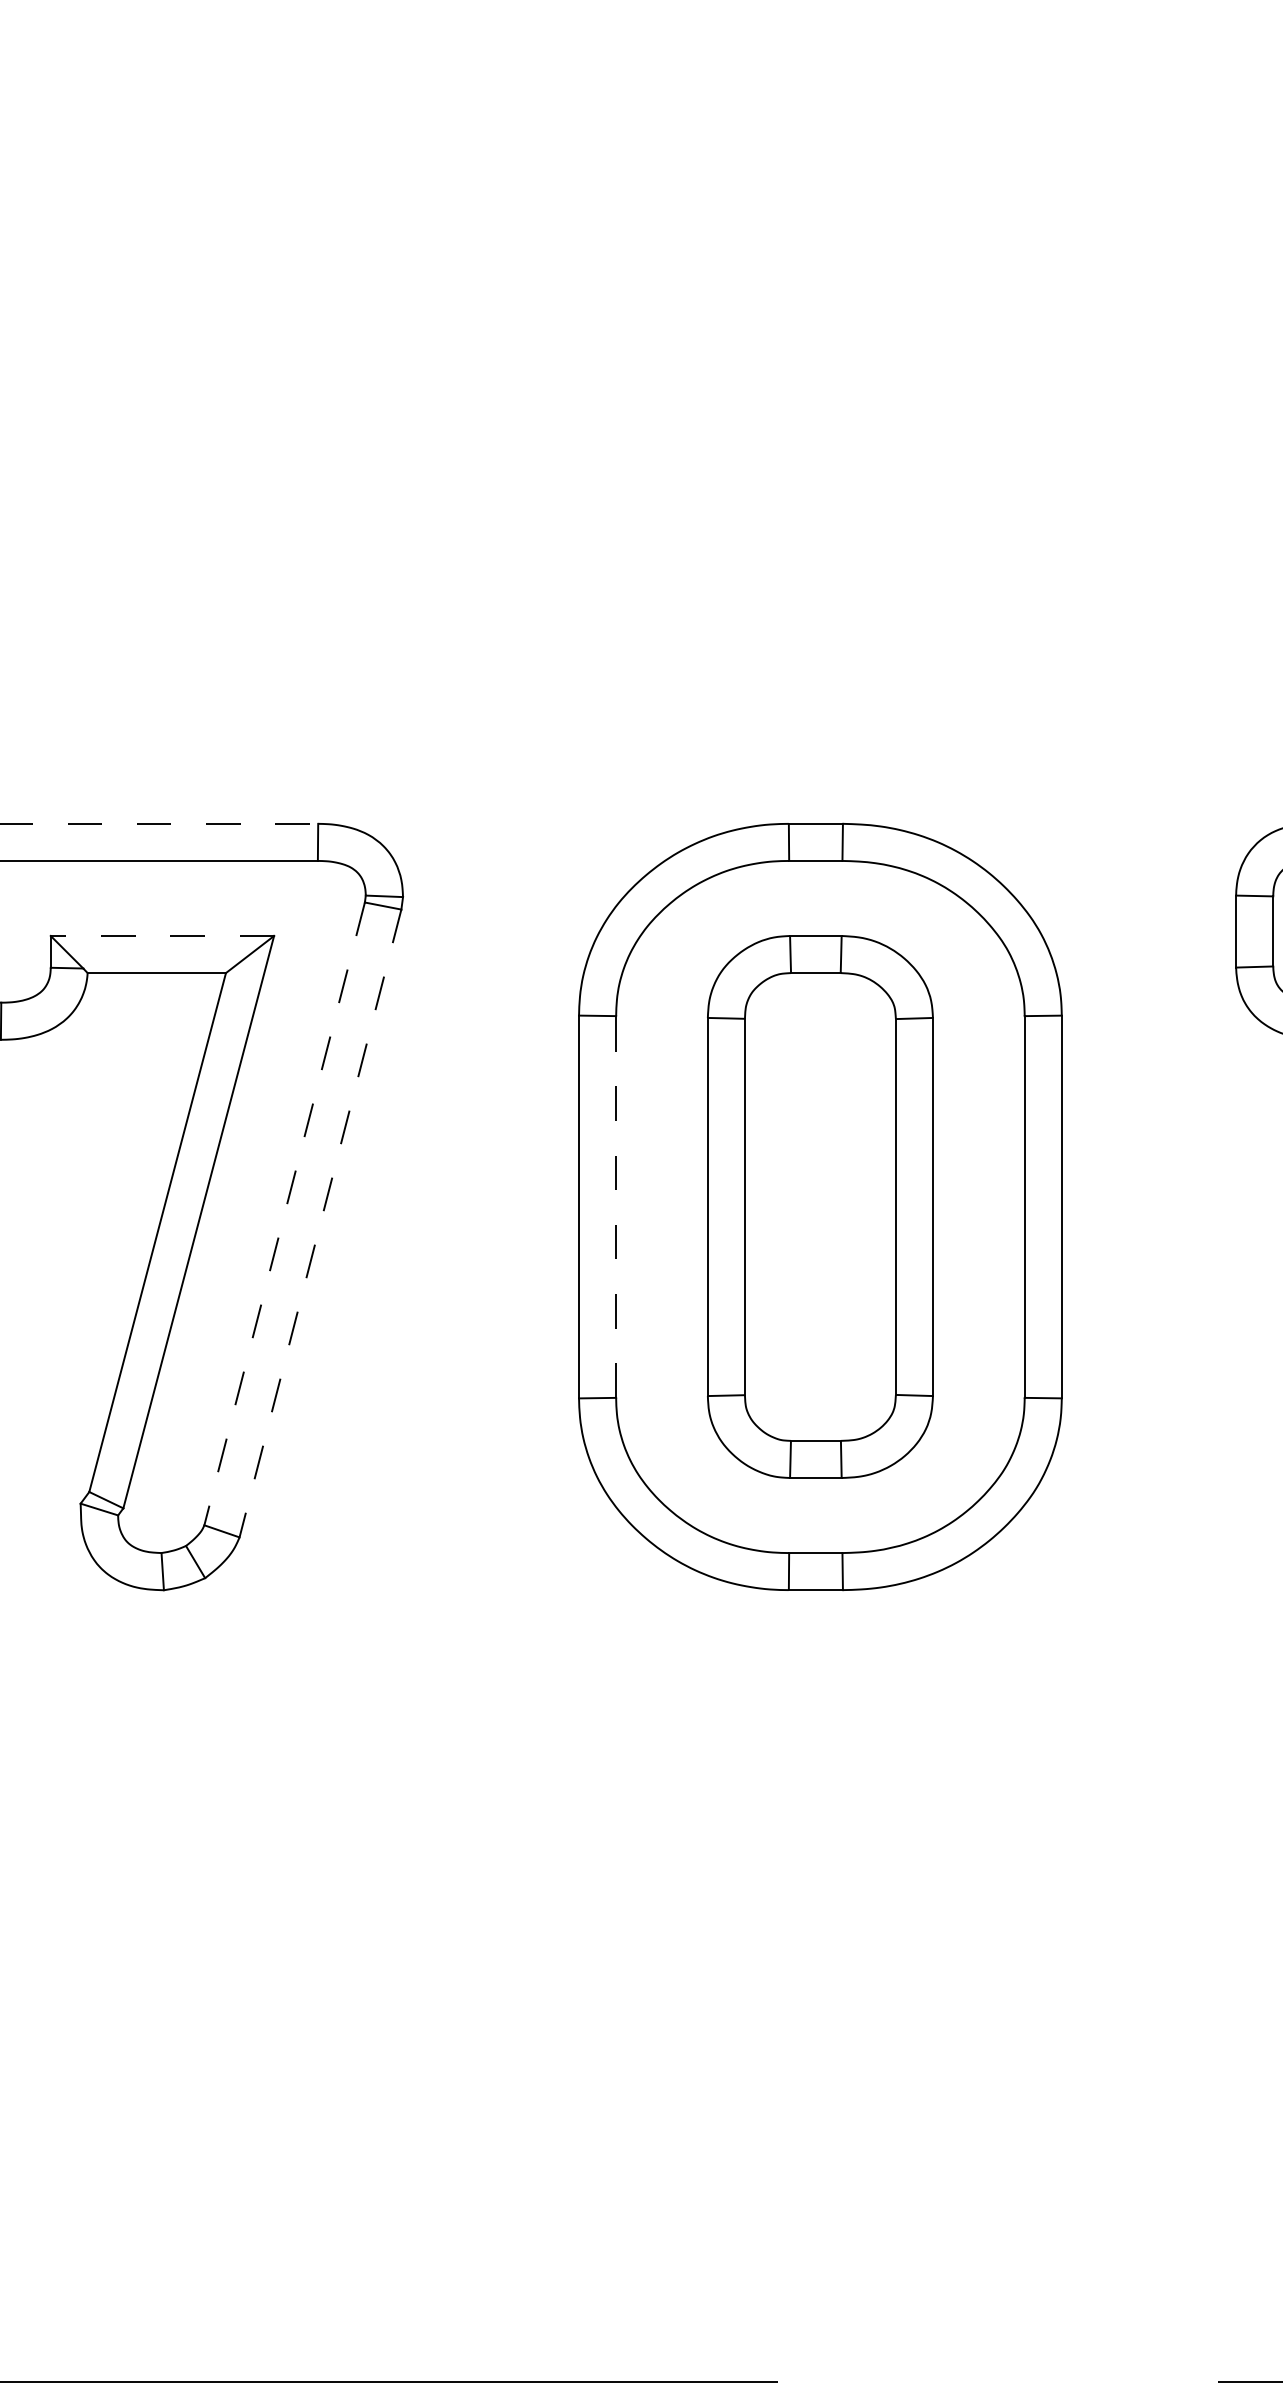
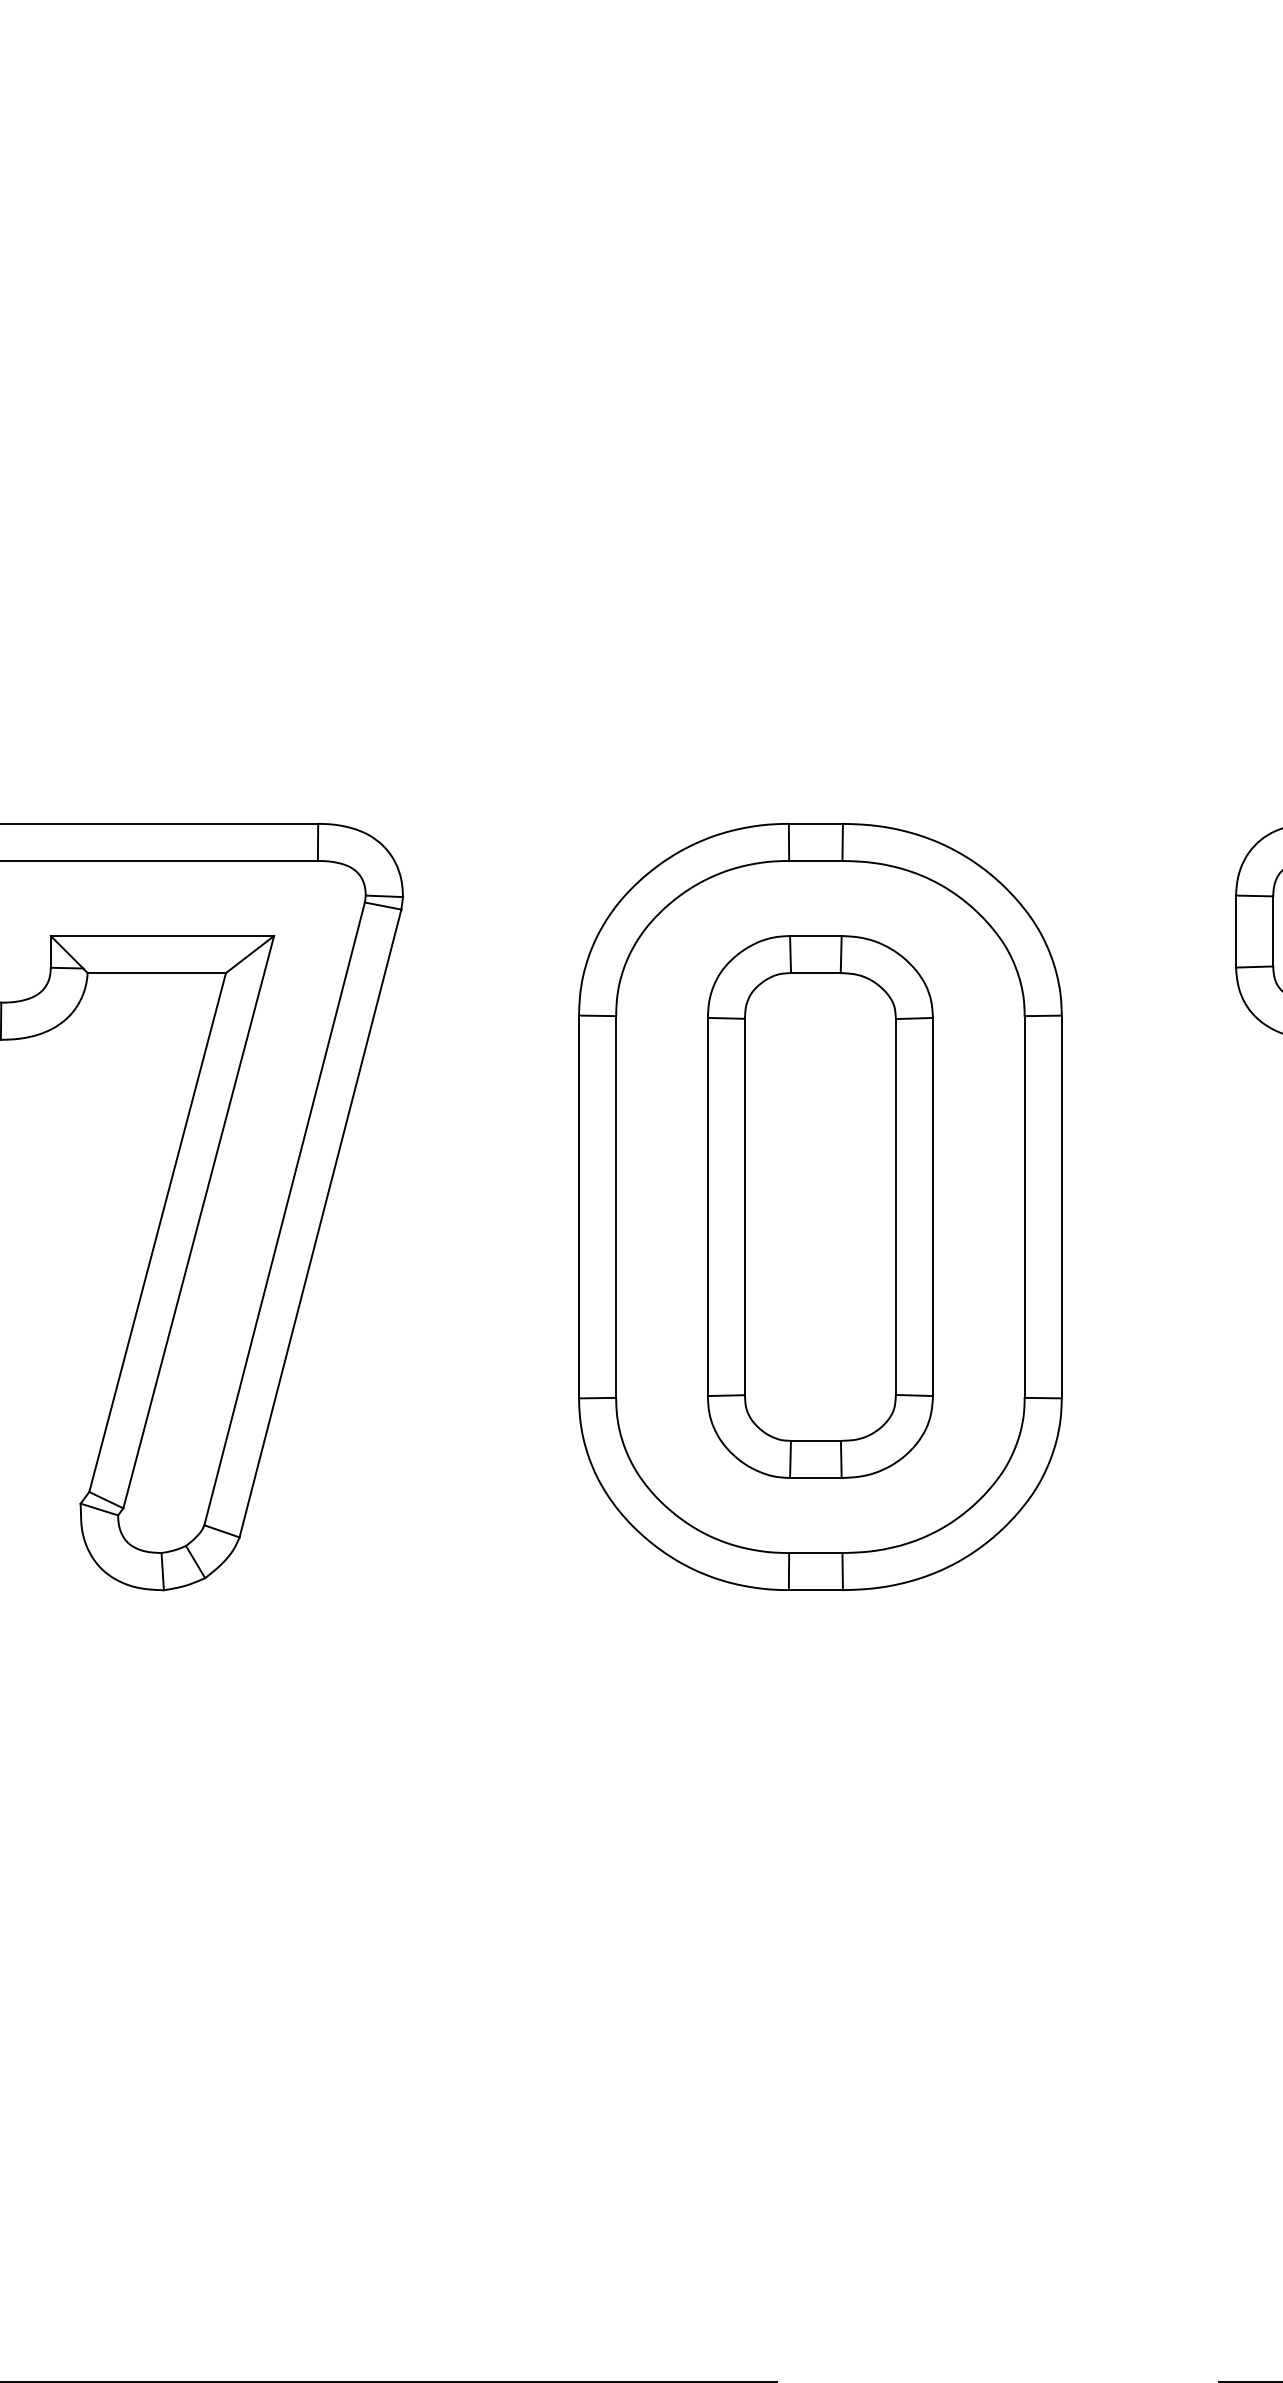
line at (159, 823): dashed -> solid
line at (162, 935): dashed -> solid
line at (616, 1207): dashed -> solid
line at (284, 1213): dashed -> solid
line at (320, 1223): dashed -> solid
